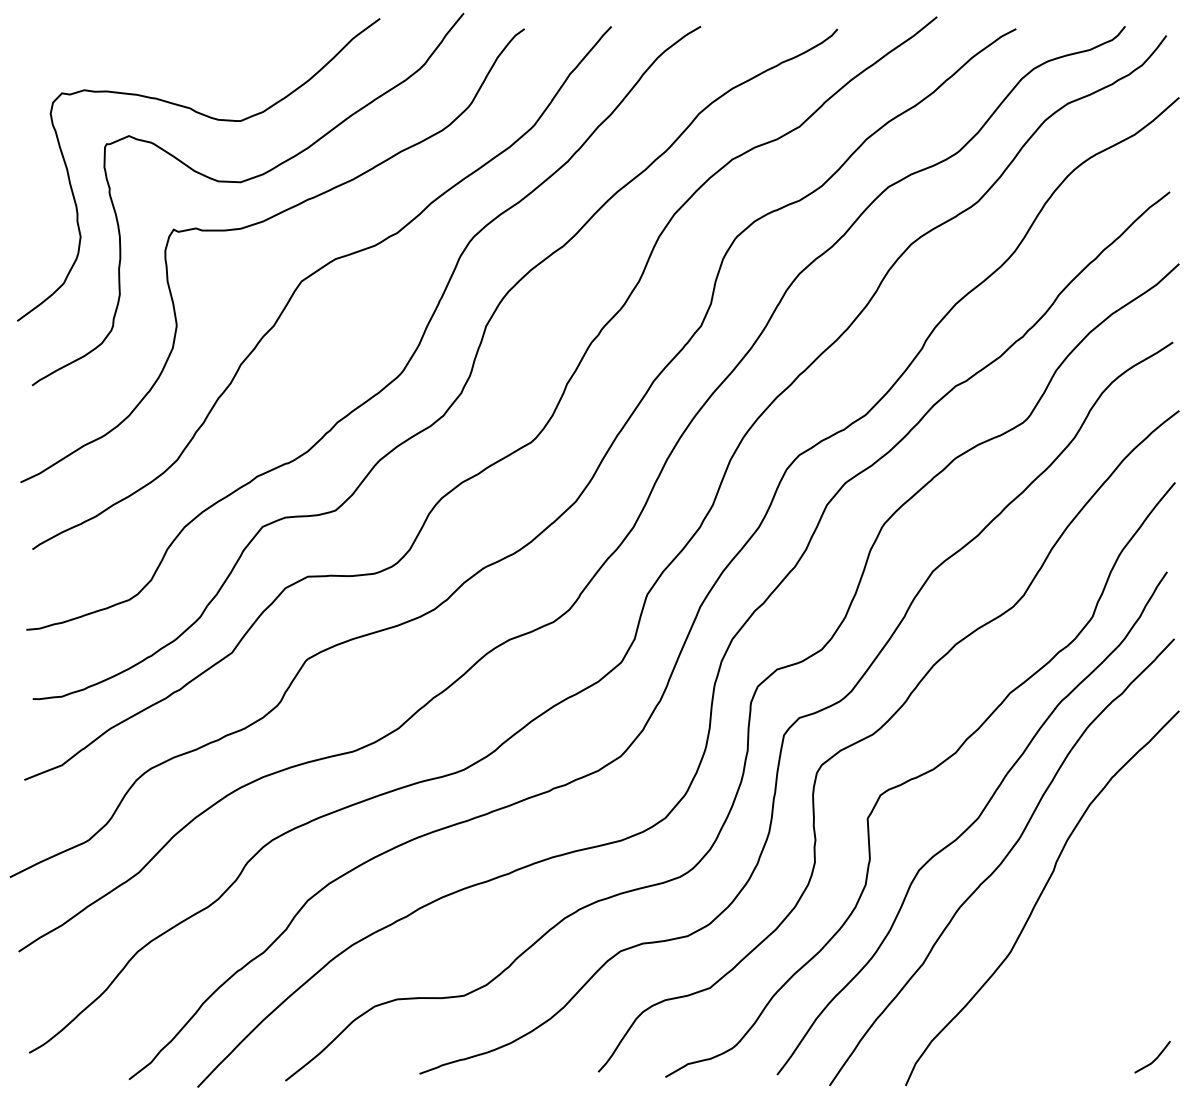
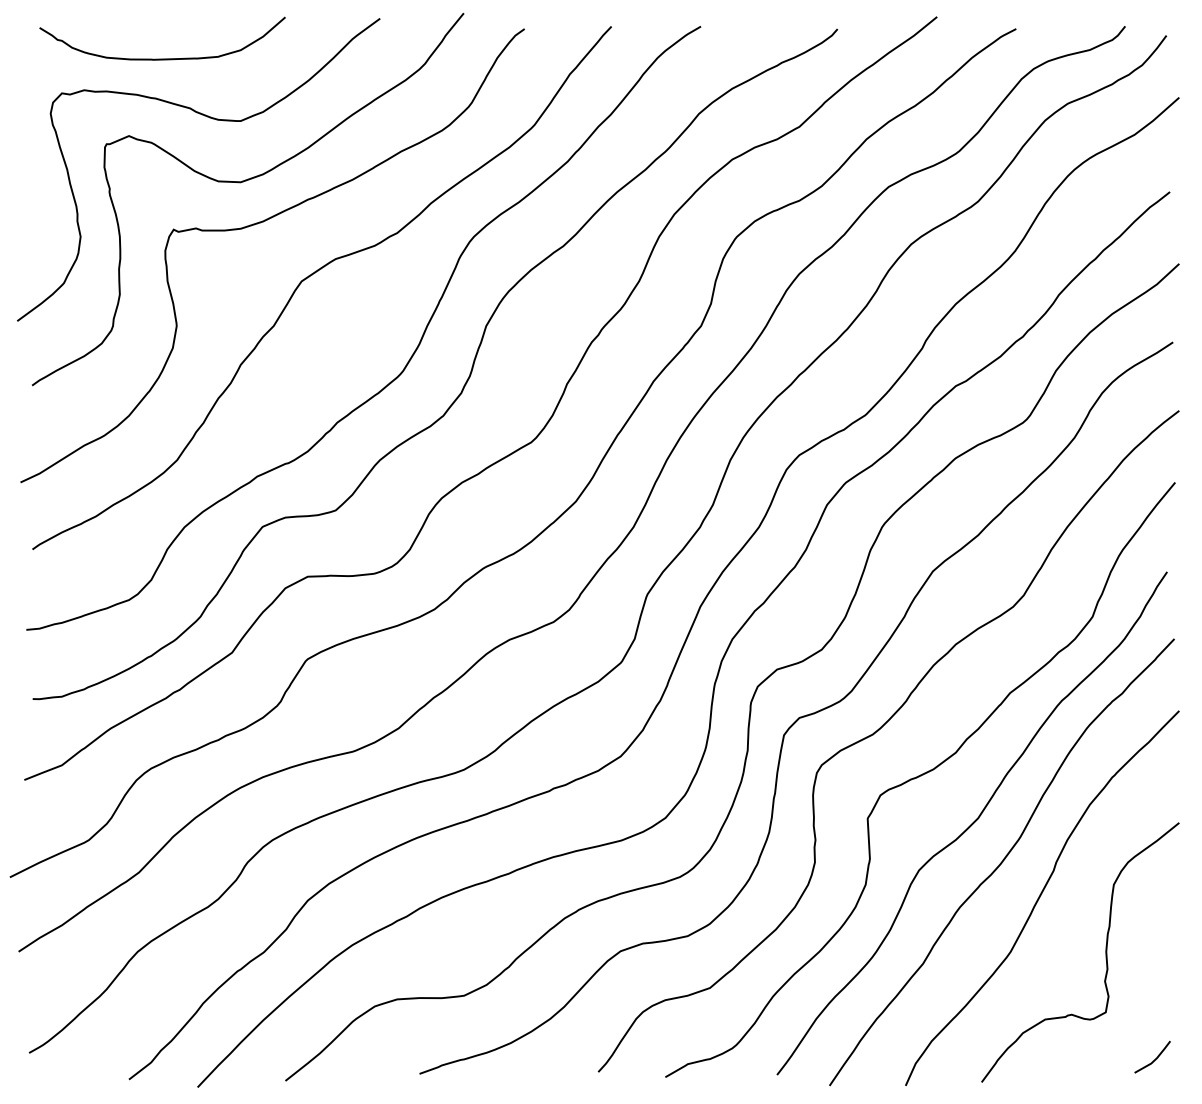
curve at (162, 58): none -> present
curve at (1105, 952): none -> present
